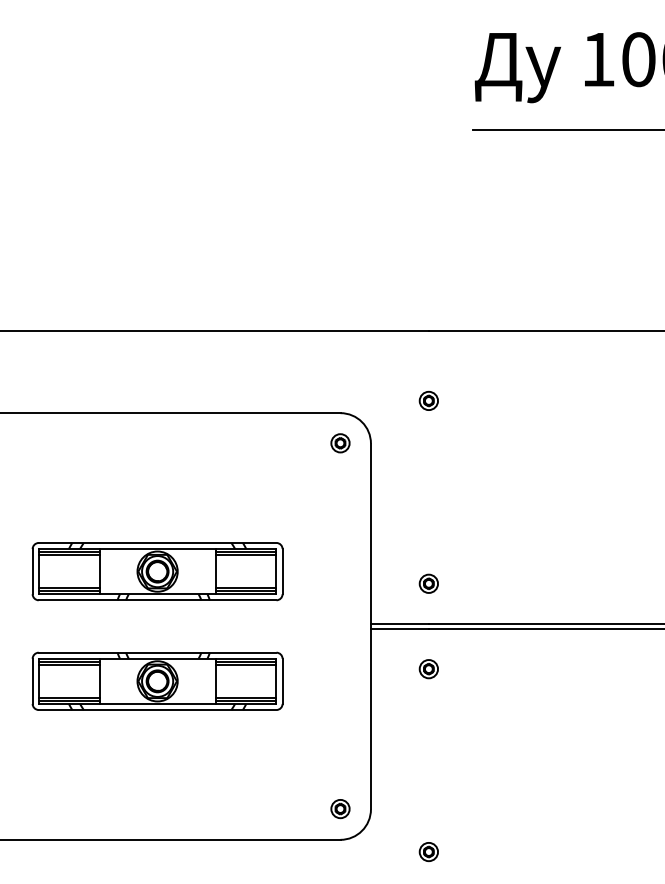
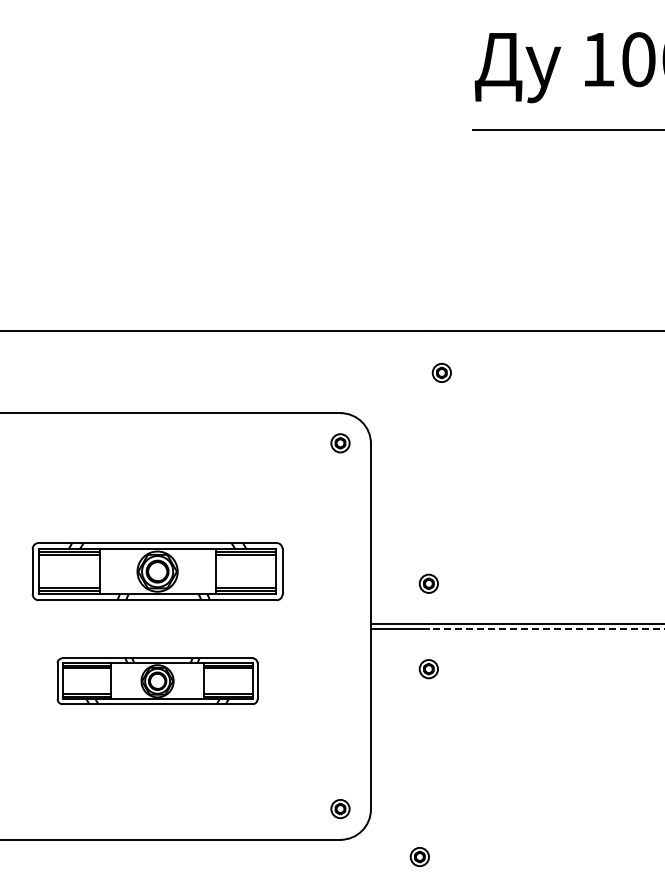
part at (428, 400) position: (428, 400) -> (441, 372)
line at (546, 629): solid -> dashed
part at (157, 680) size: 253x60 px -> 203x48 px
part at (428, 851) position: (428, 851) -> (419, 856)
